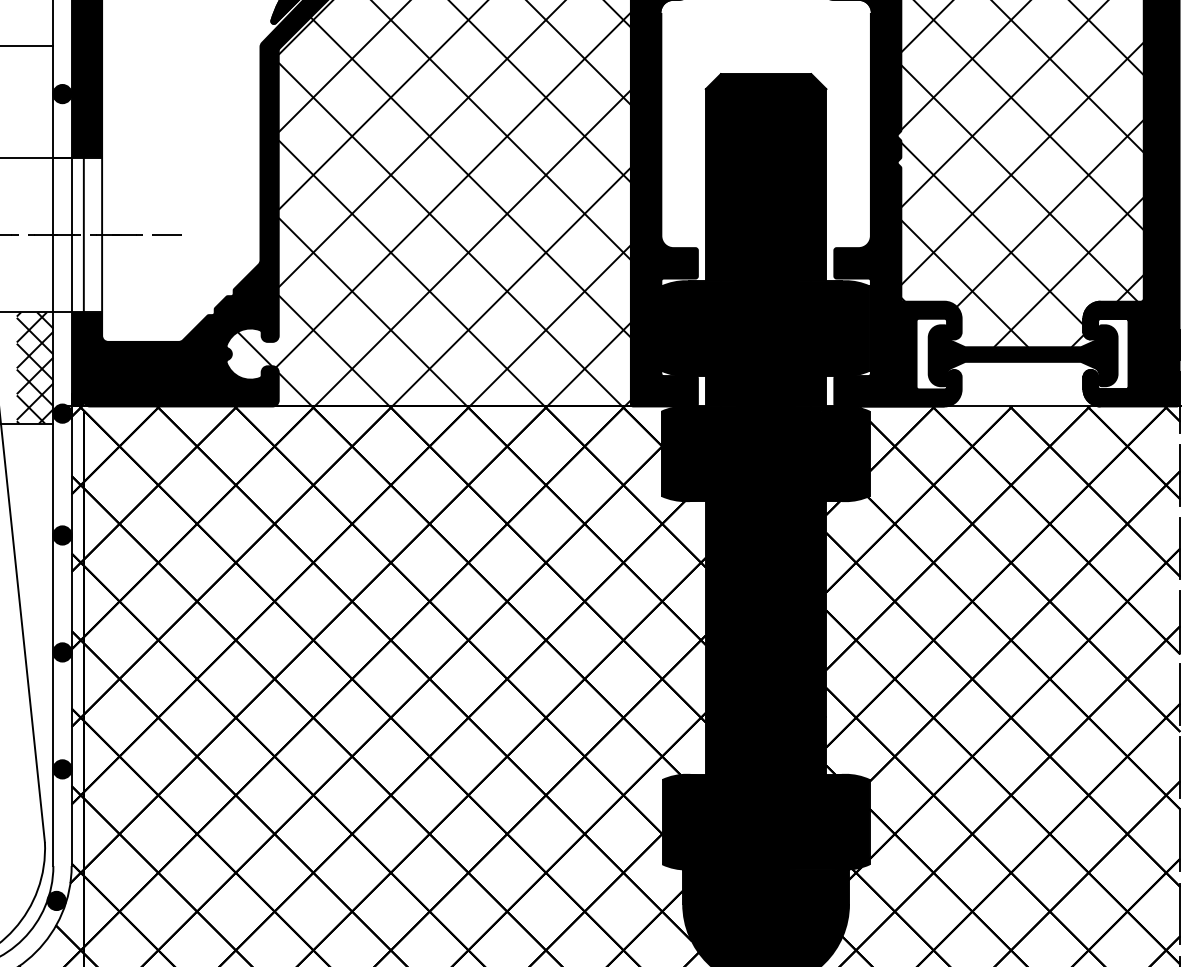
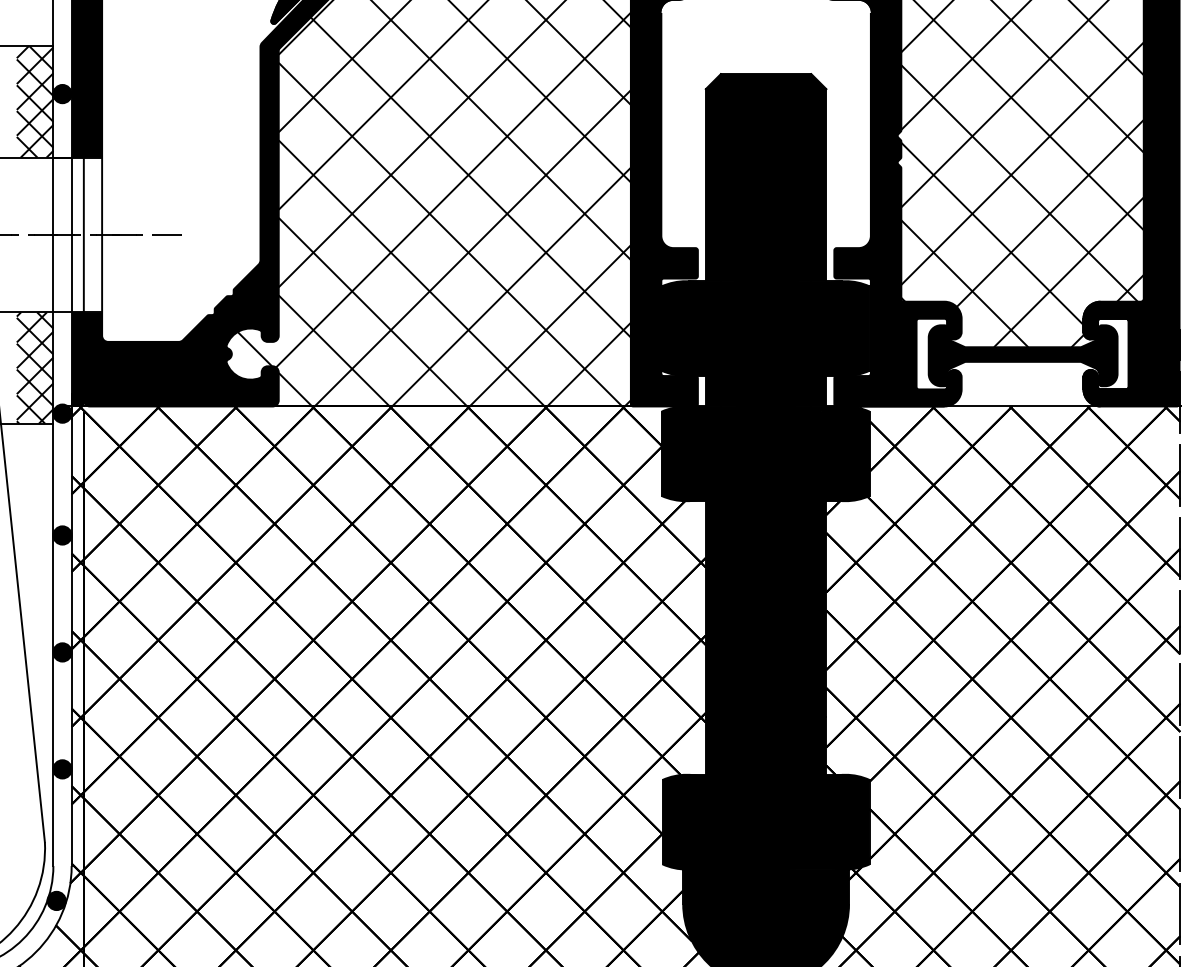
hatch at (34, 101): none -> present
